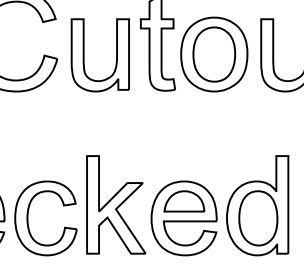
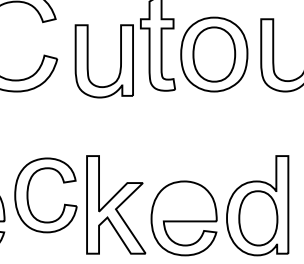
part at (84, 55) position: (84, 55) -> (88, 61)
part at (184, 201): present -> none
part at (28, 218) position: (28, 218) -> (28, 195)
